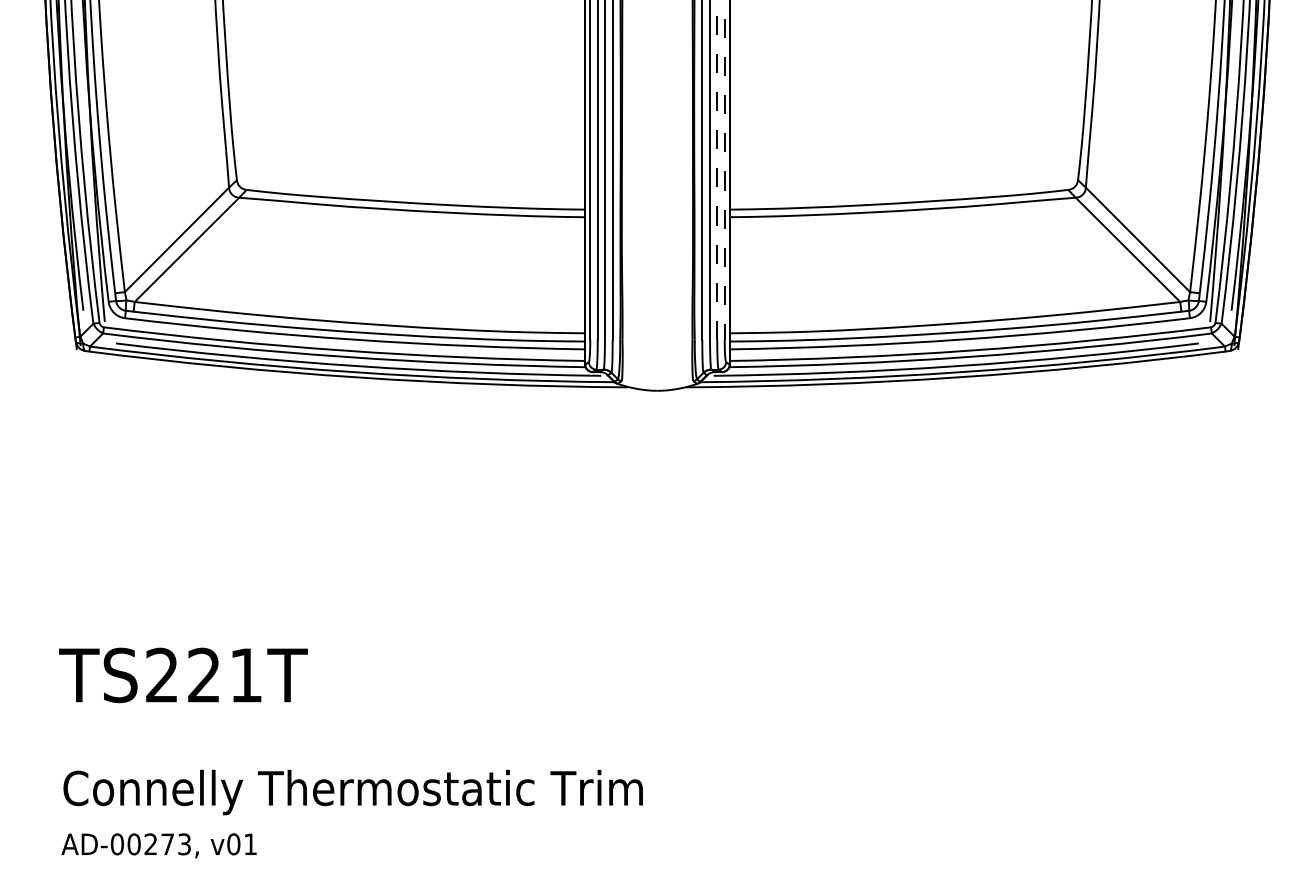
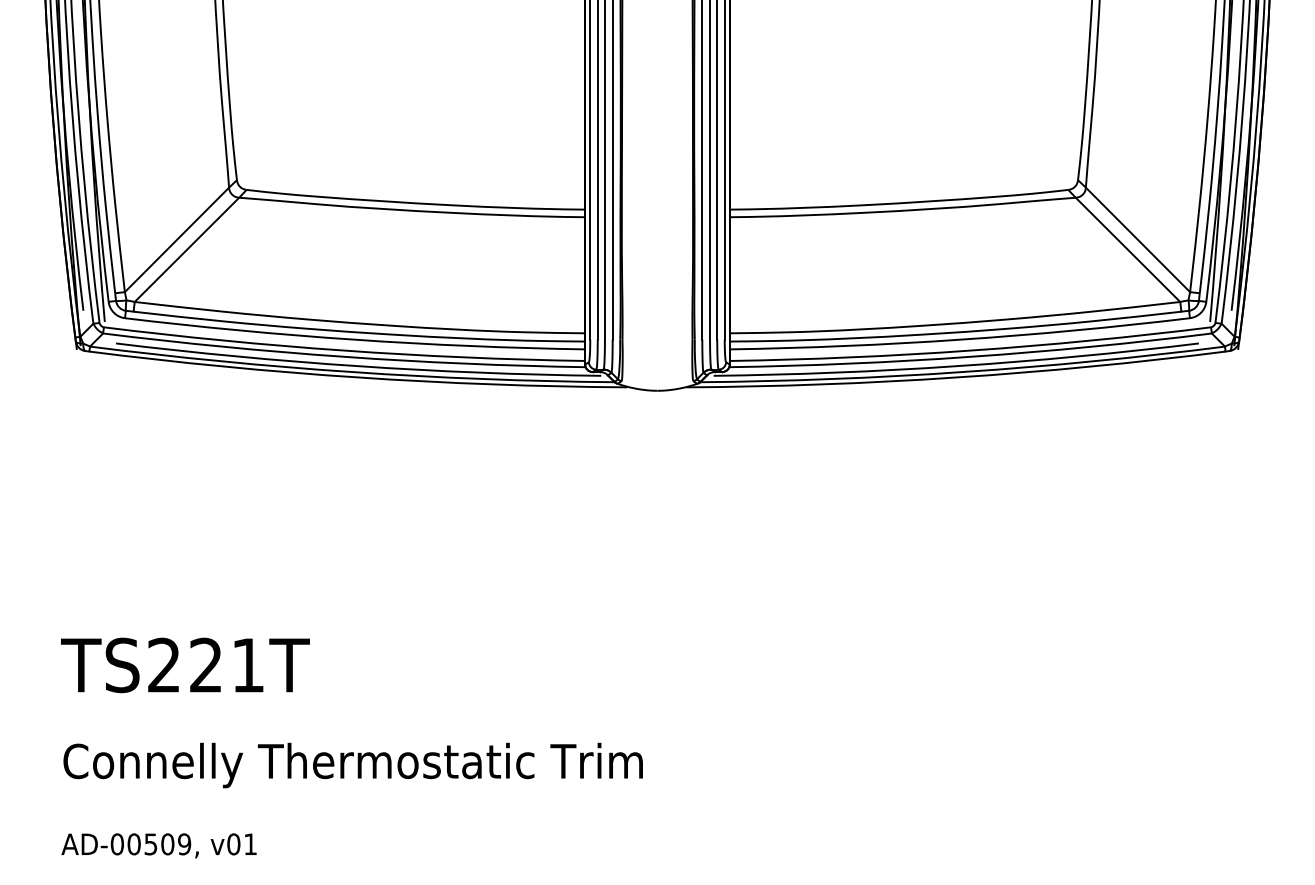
line at (717, 169): dashed -> solid
line at (724, 169): dashed -> solid
text at (183, 675) position: (183, 675) -> (185, 665)
text at (352, 792) position: (352, 792) -> (352, 765)
text at (167, 844): AD-00273, -> AD-00509,
